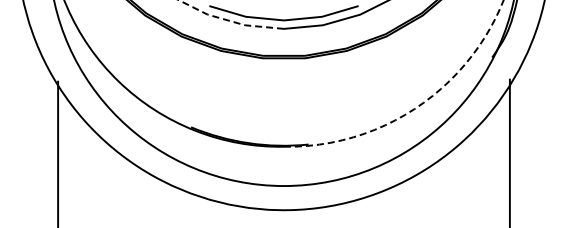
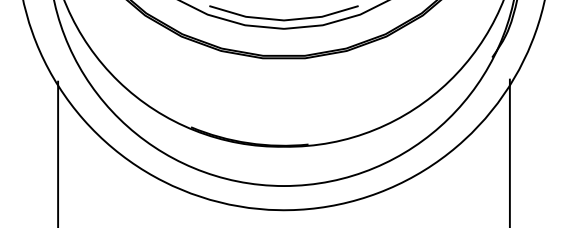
line at (229, 20): dashed -> solid
arc at (418, 106): dashed -> solid
